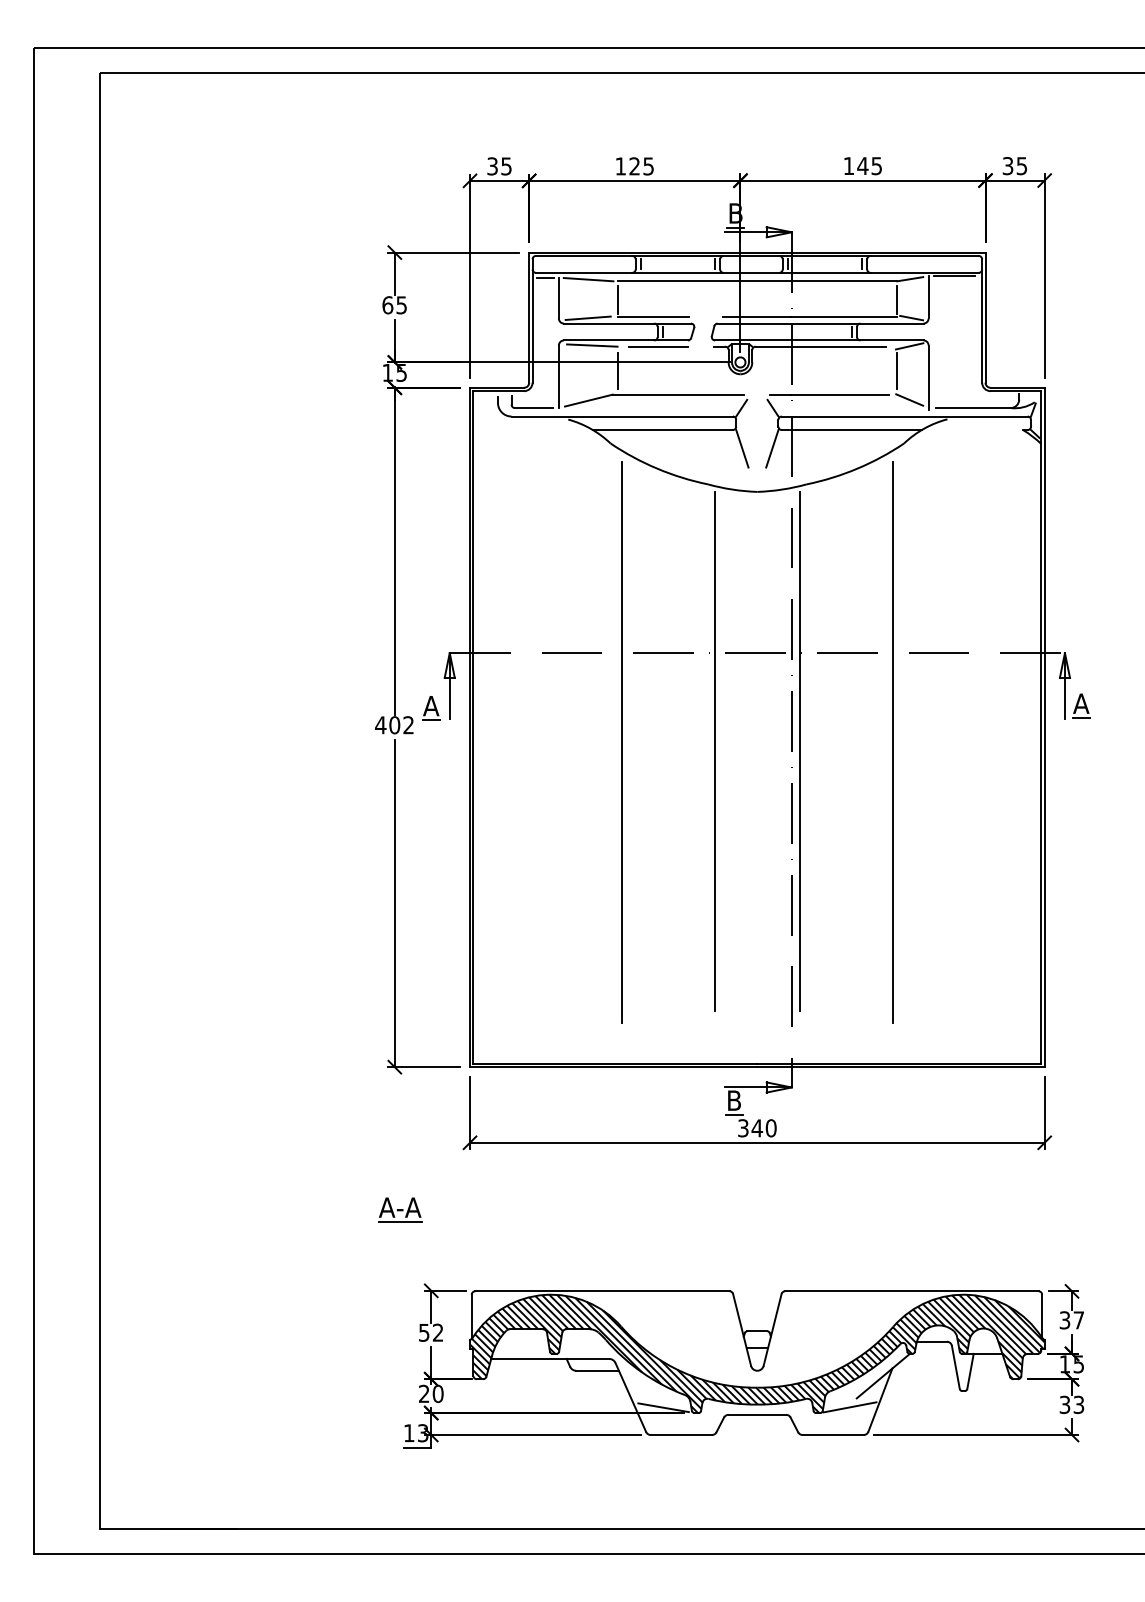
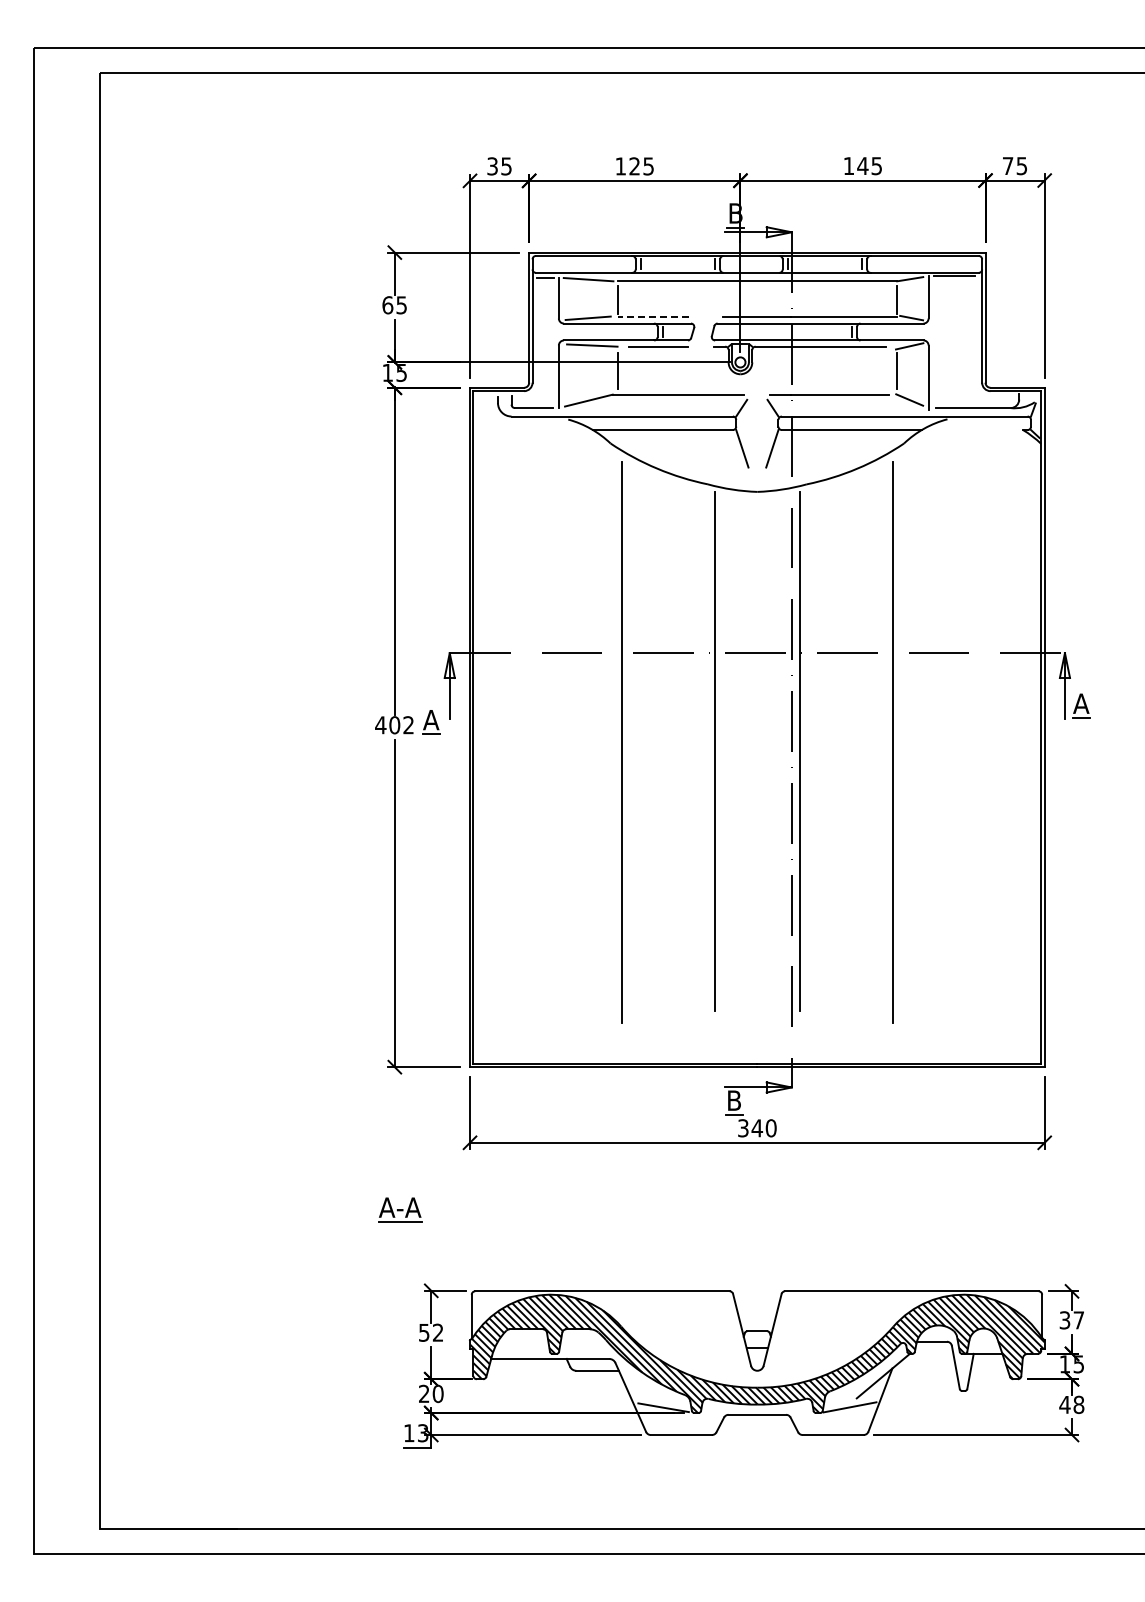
text at (1007, 166): 35 -> 75
line at (653, 316): solid -> dashed
part at (431, 708) position: (431, 708) -> (431, 722)
text at (1071, 1404): 33 -> 48
